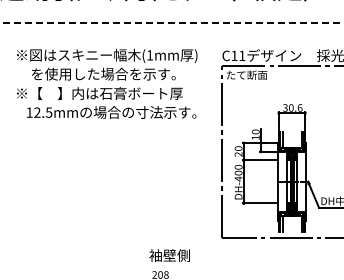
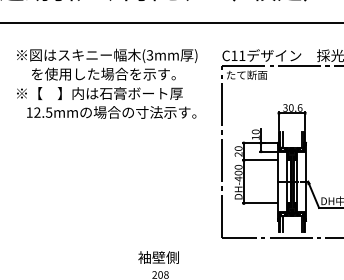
line at (172, 23): dashed -> solid
text at (149, 55): (1mm -> (3mm
text at (169, 255) position: (169, 255) -> (158, 257)
